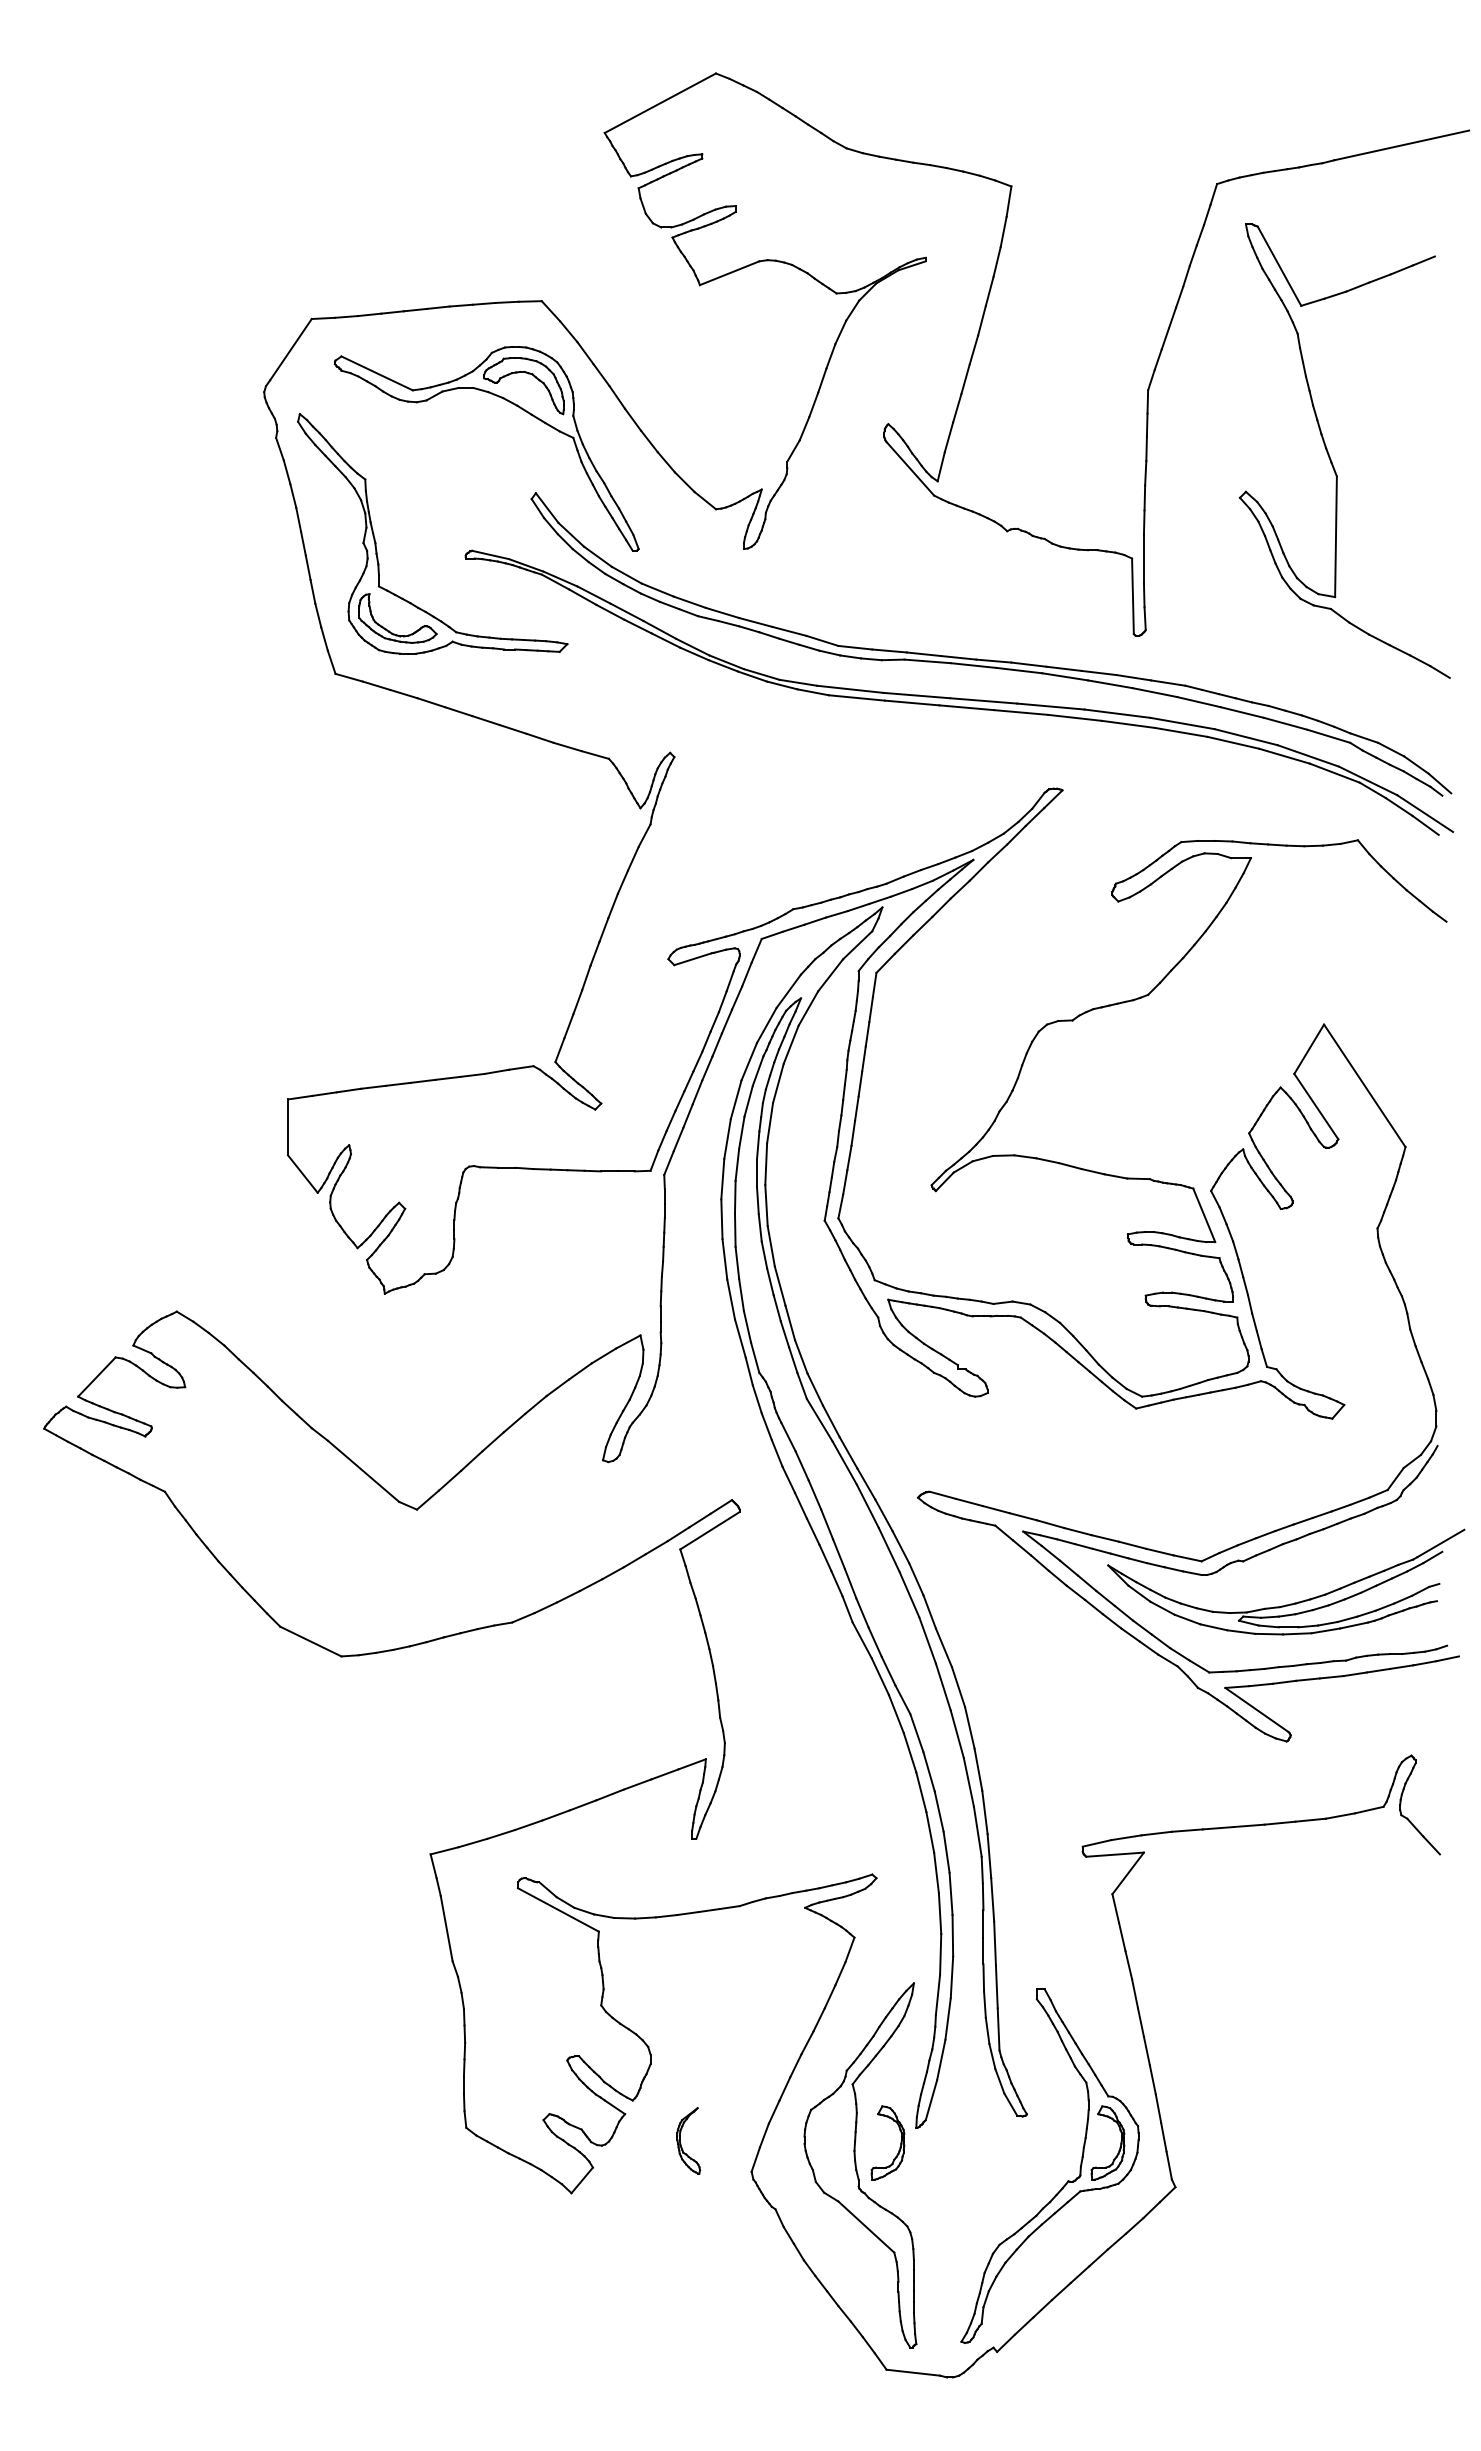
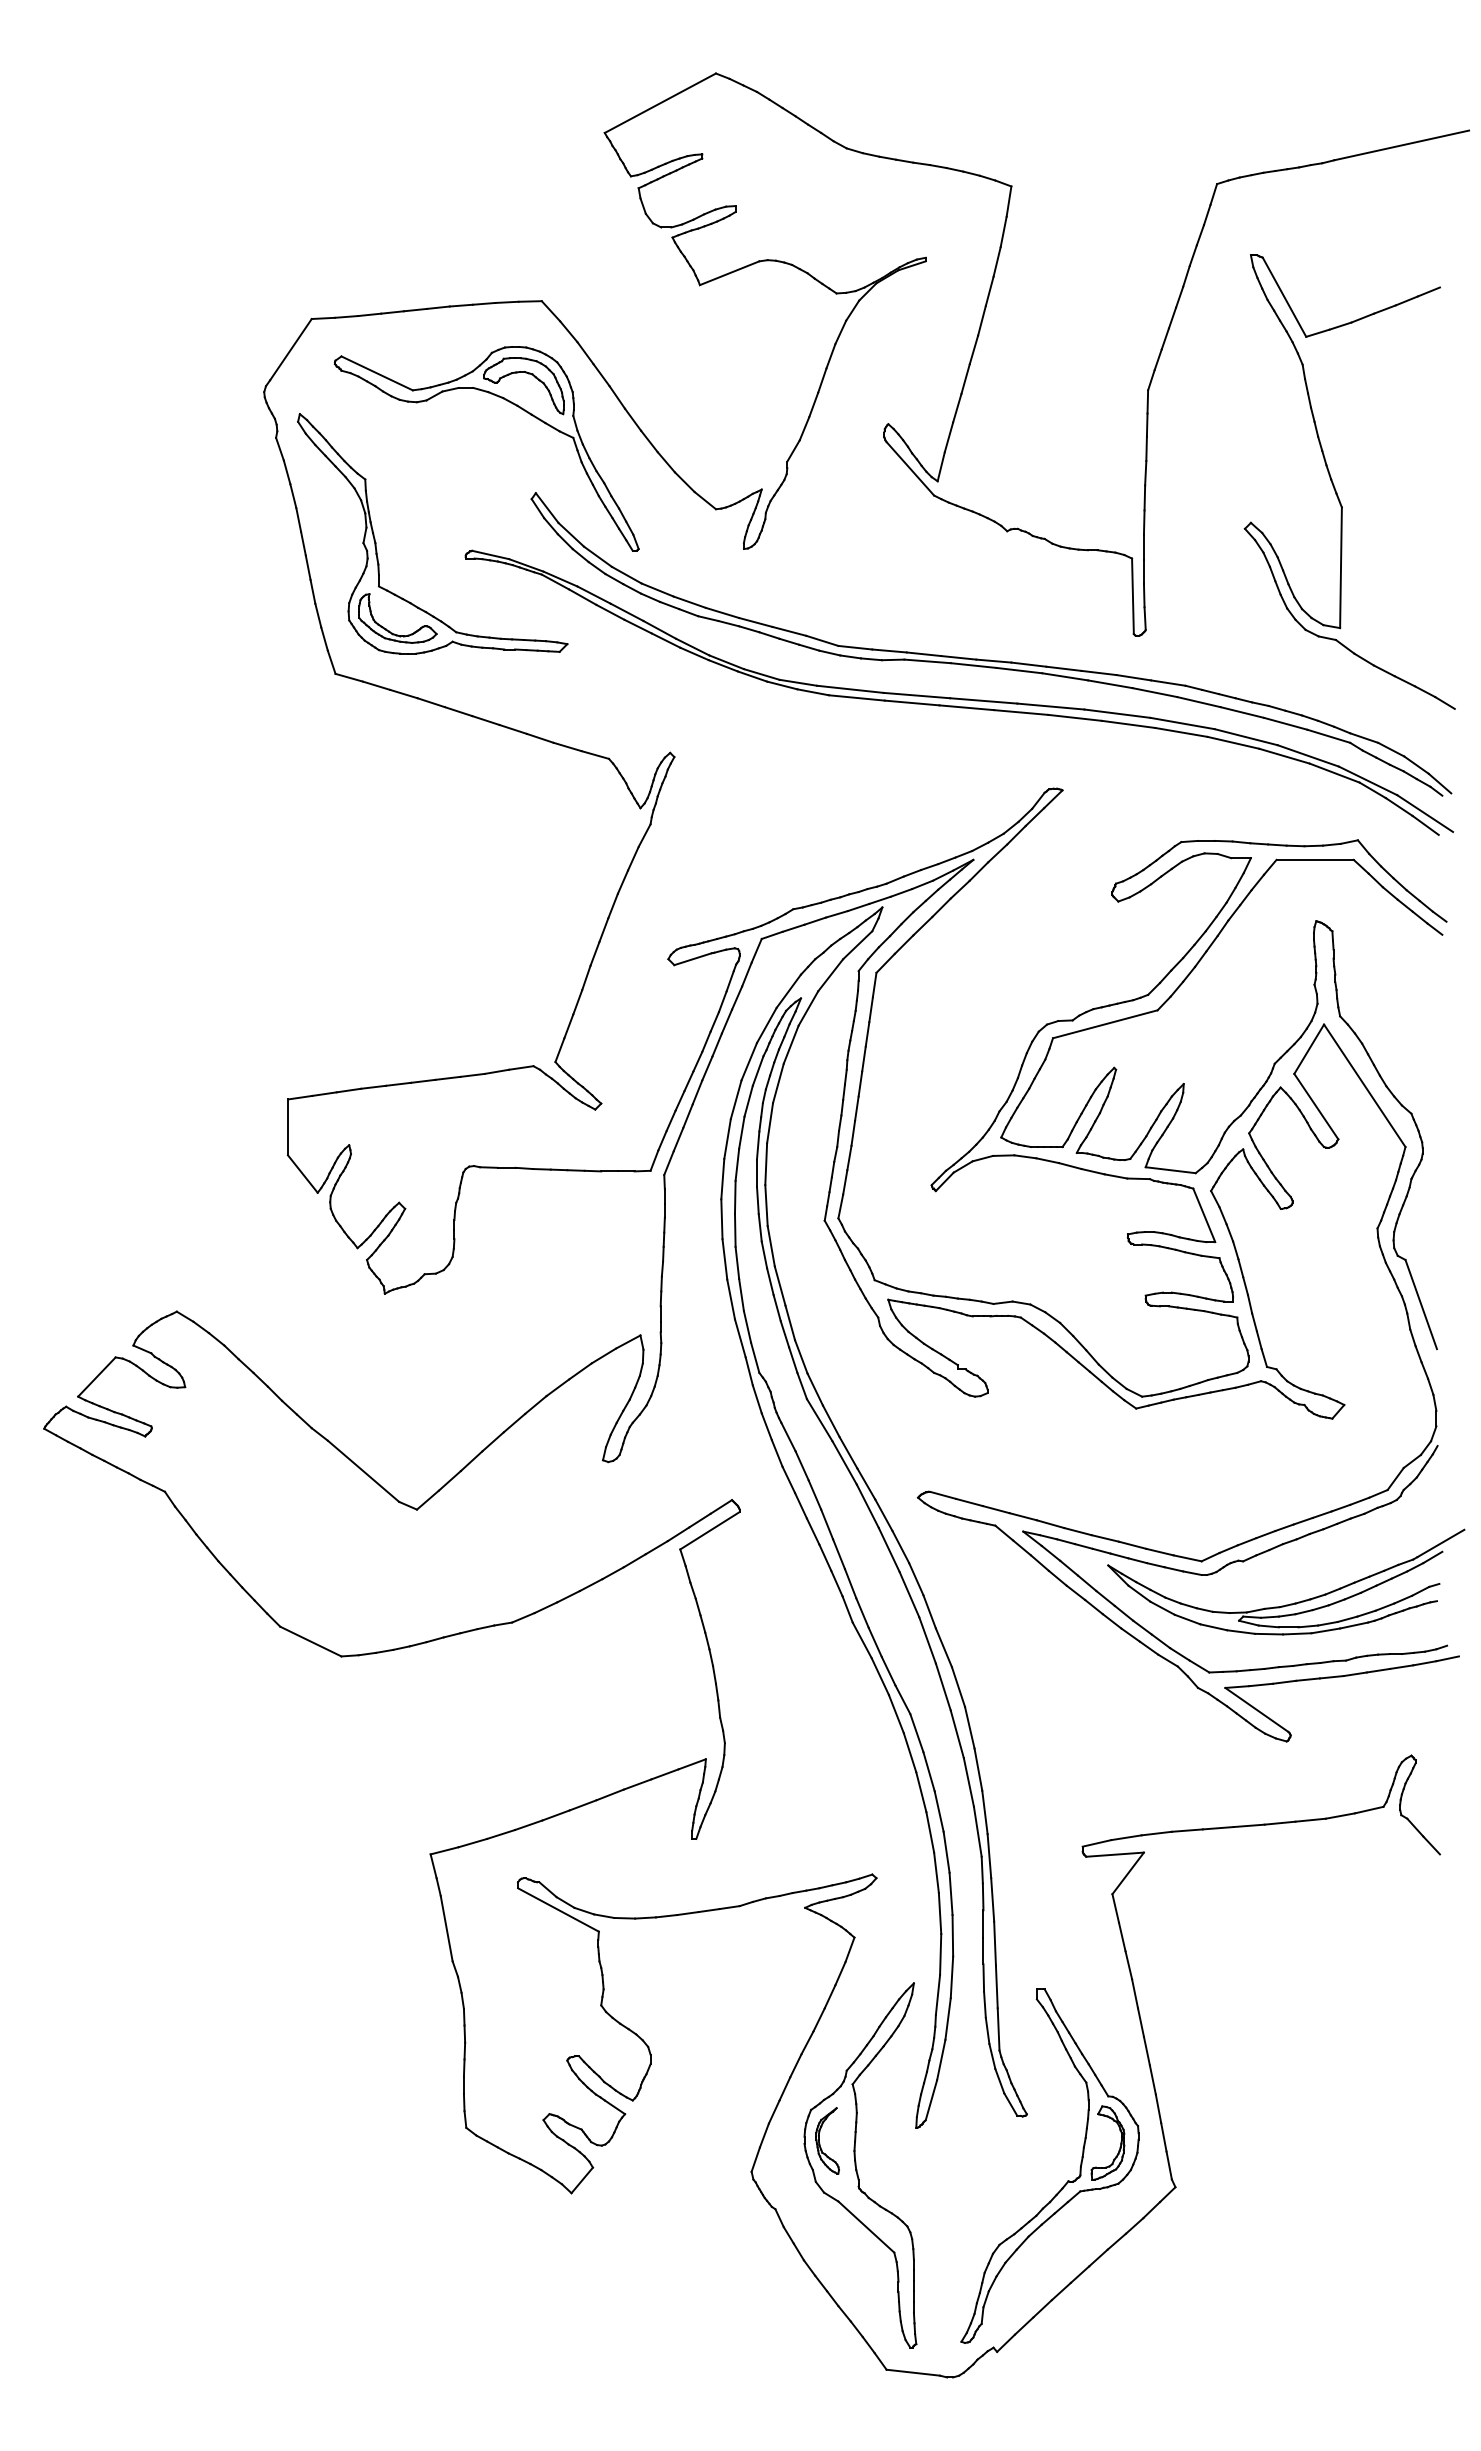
part at (1330, 456) position: (1330, 456) -> (1335, 487)
part at (1235, 1118): none -> present
part at (900, 2142): present -> none
part at (681, 2143) position: (681, 2143) -> (820, 2143)
